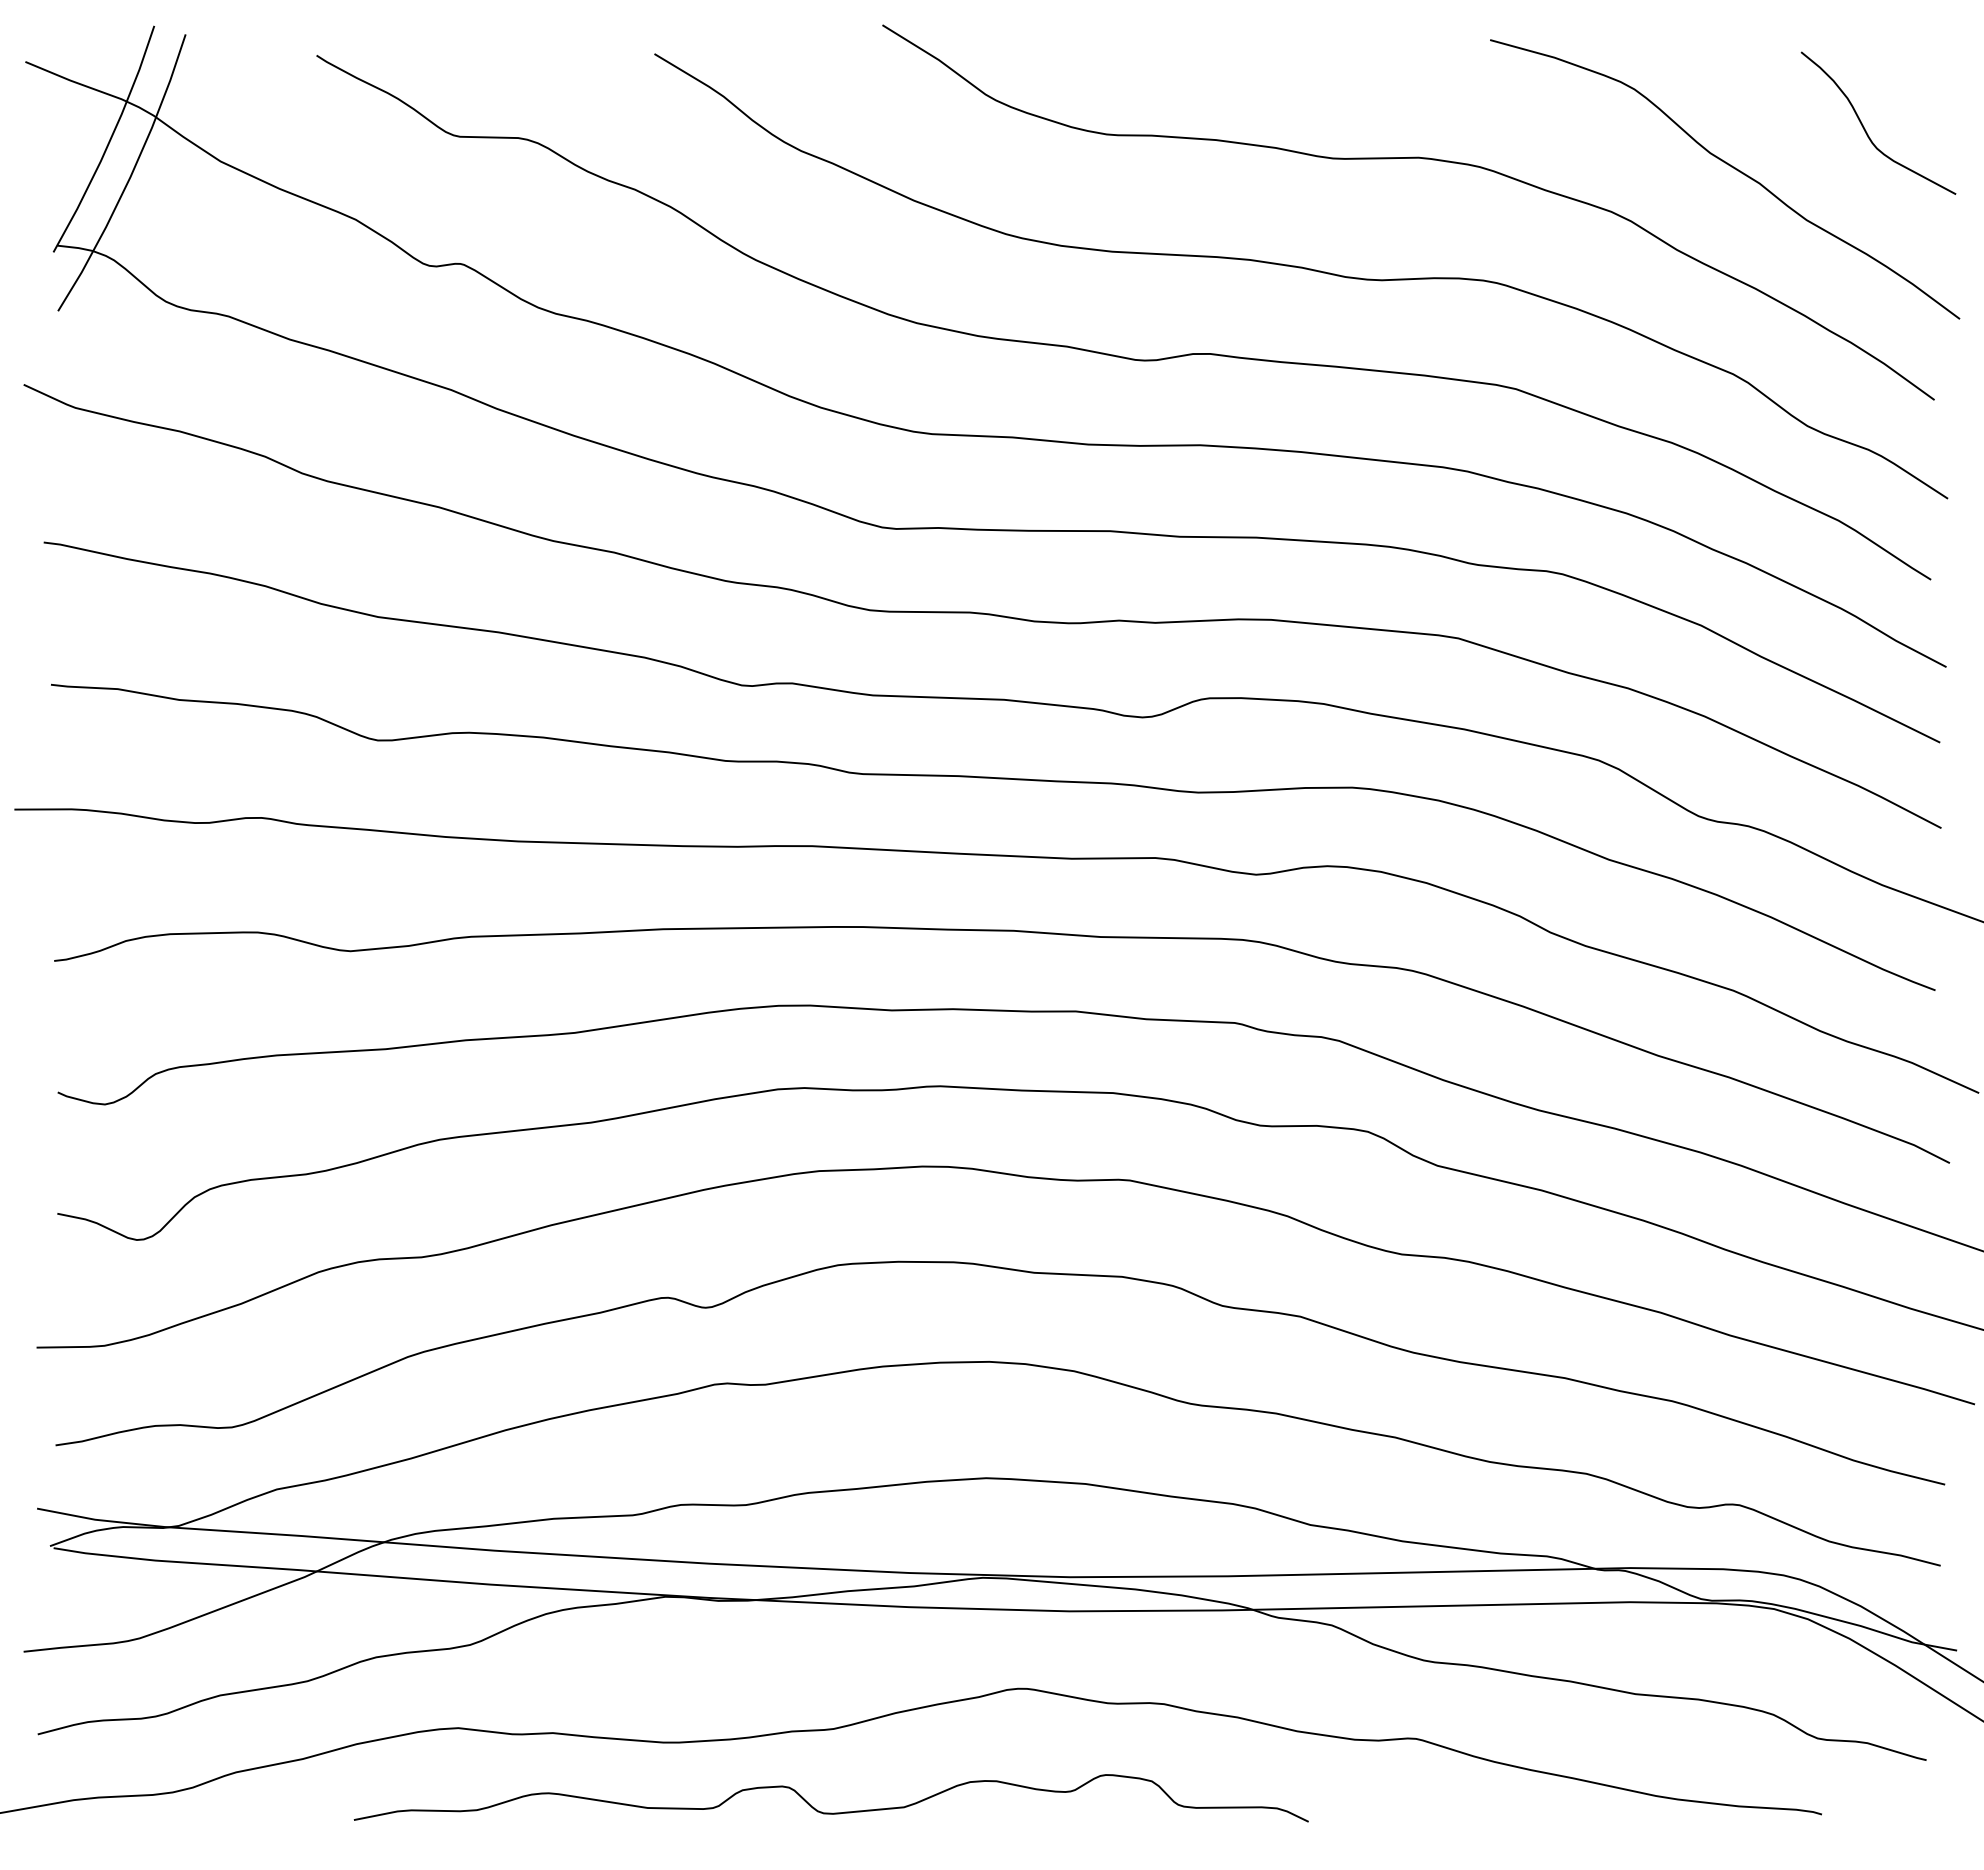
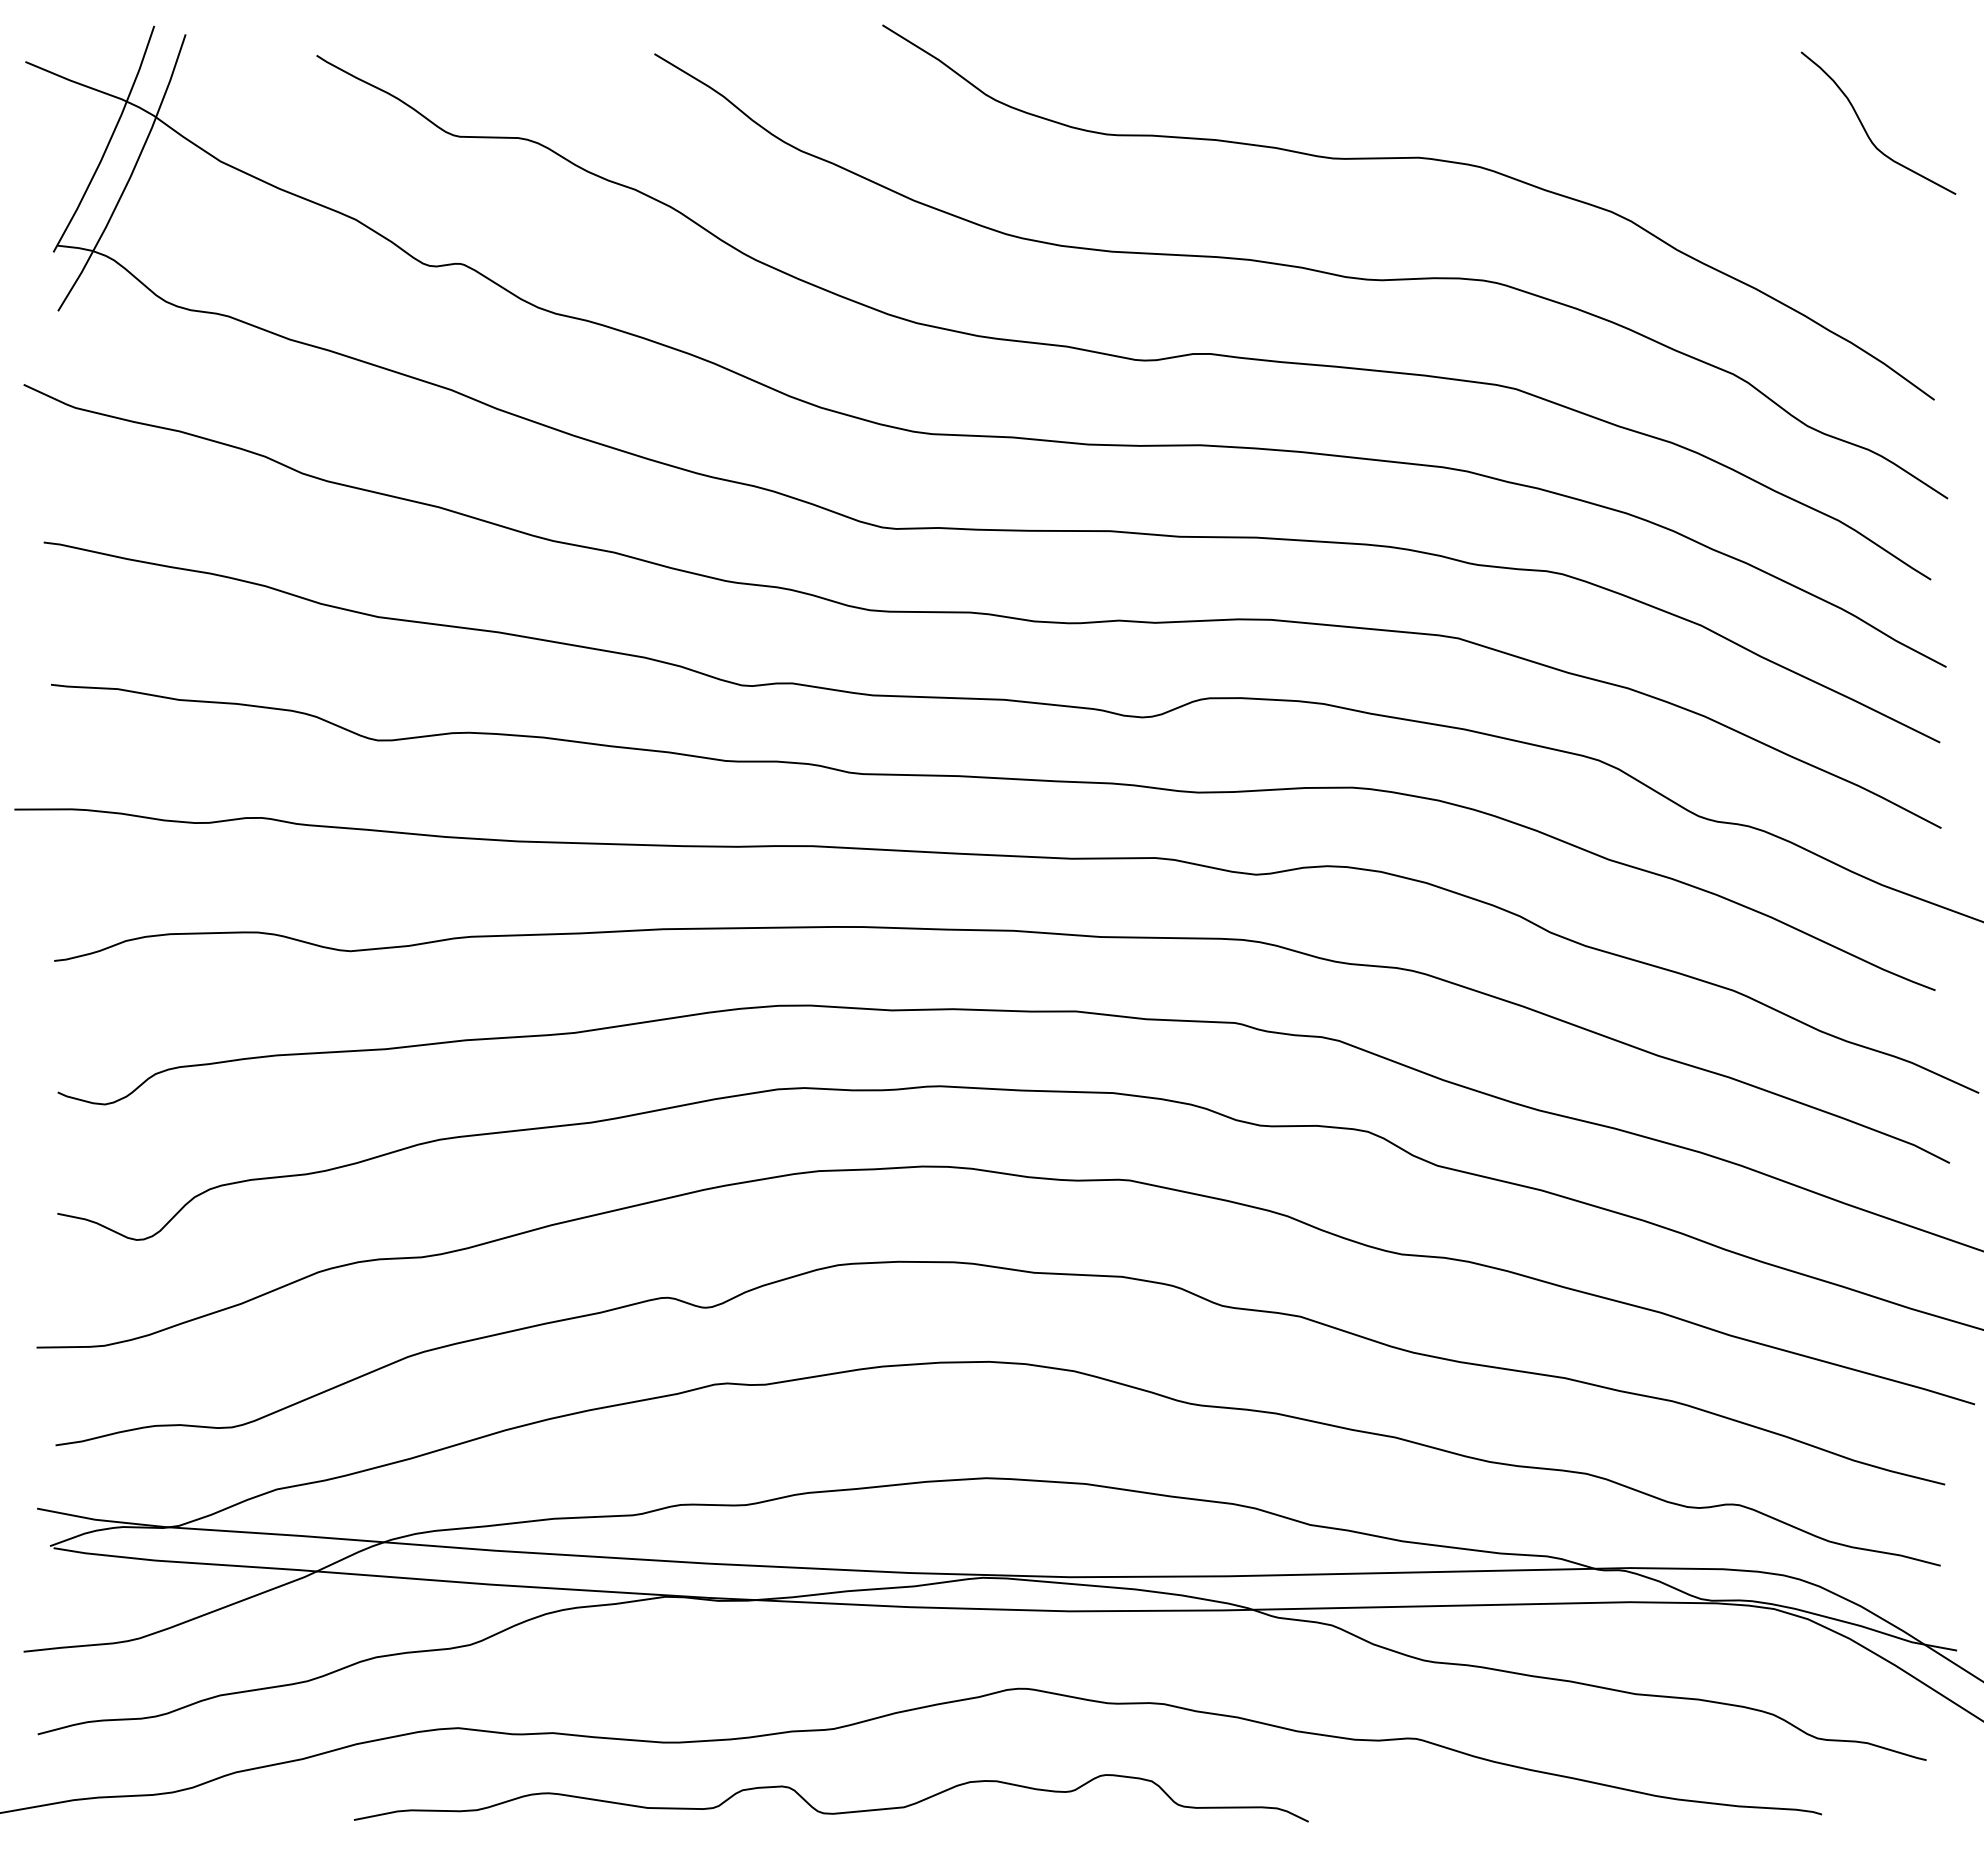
curve at (1731, 167): present -> none
